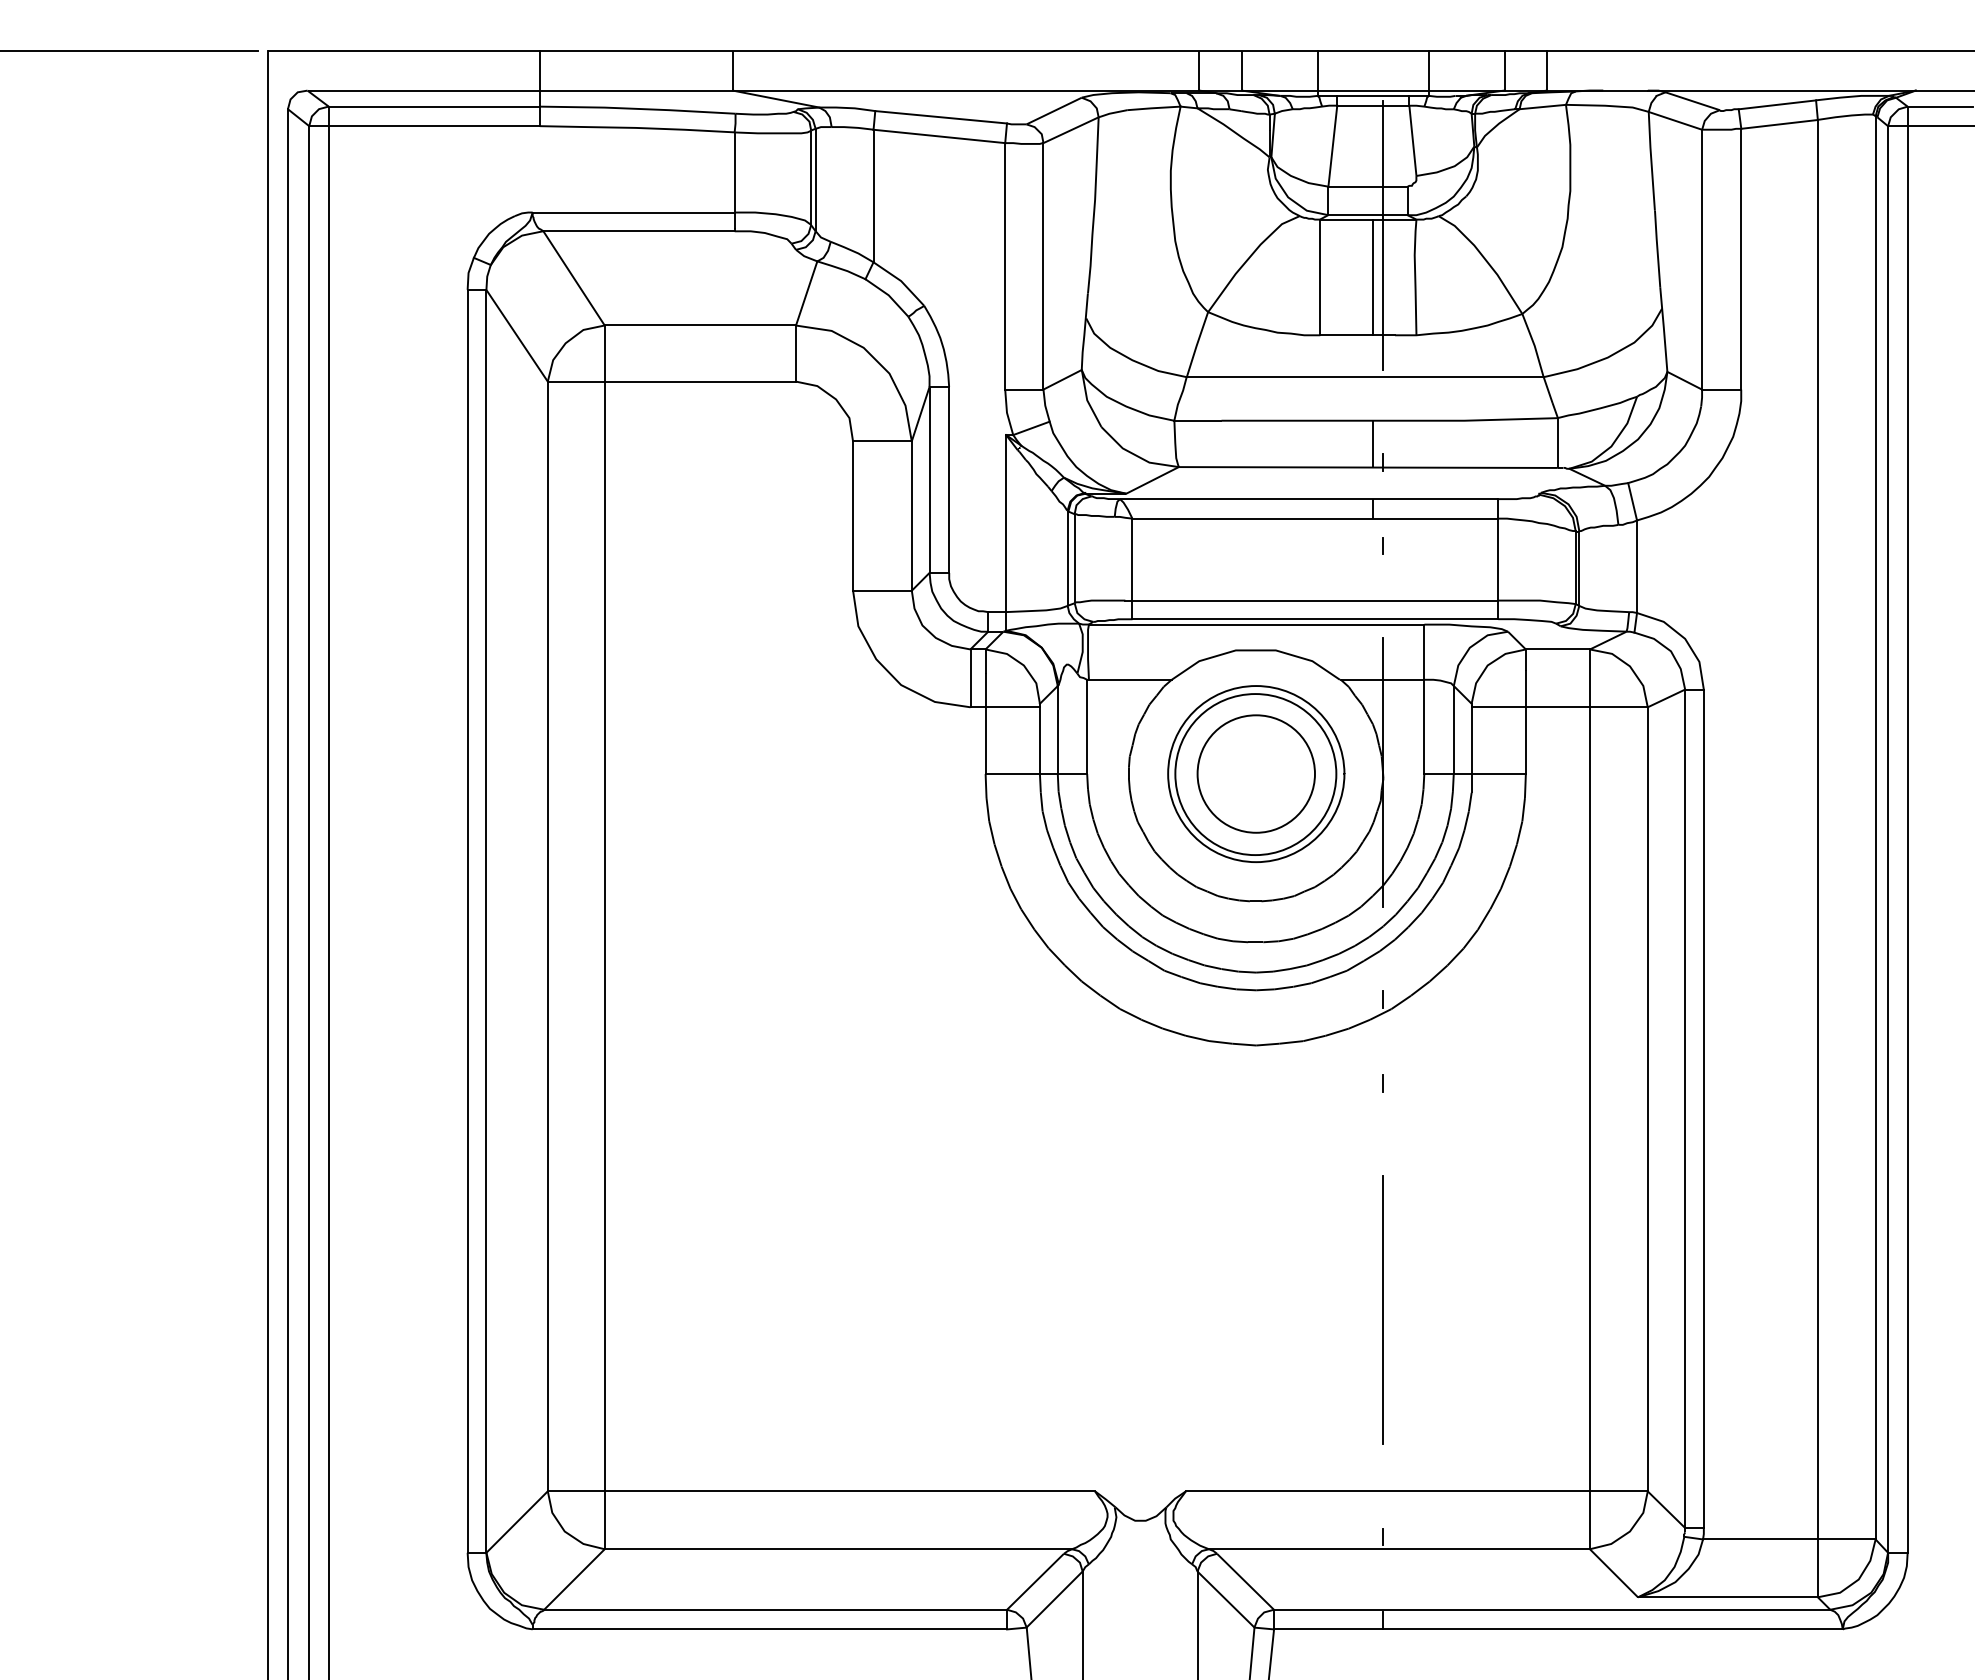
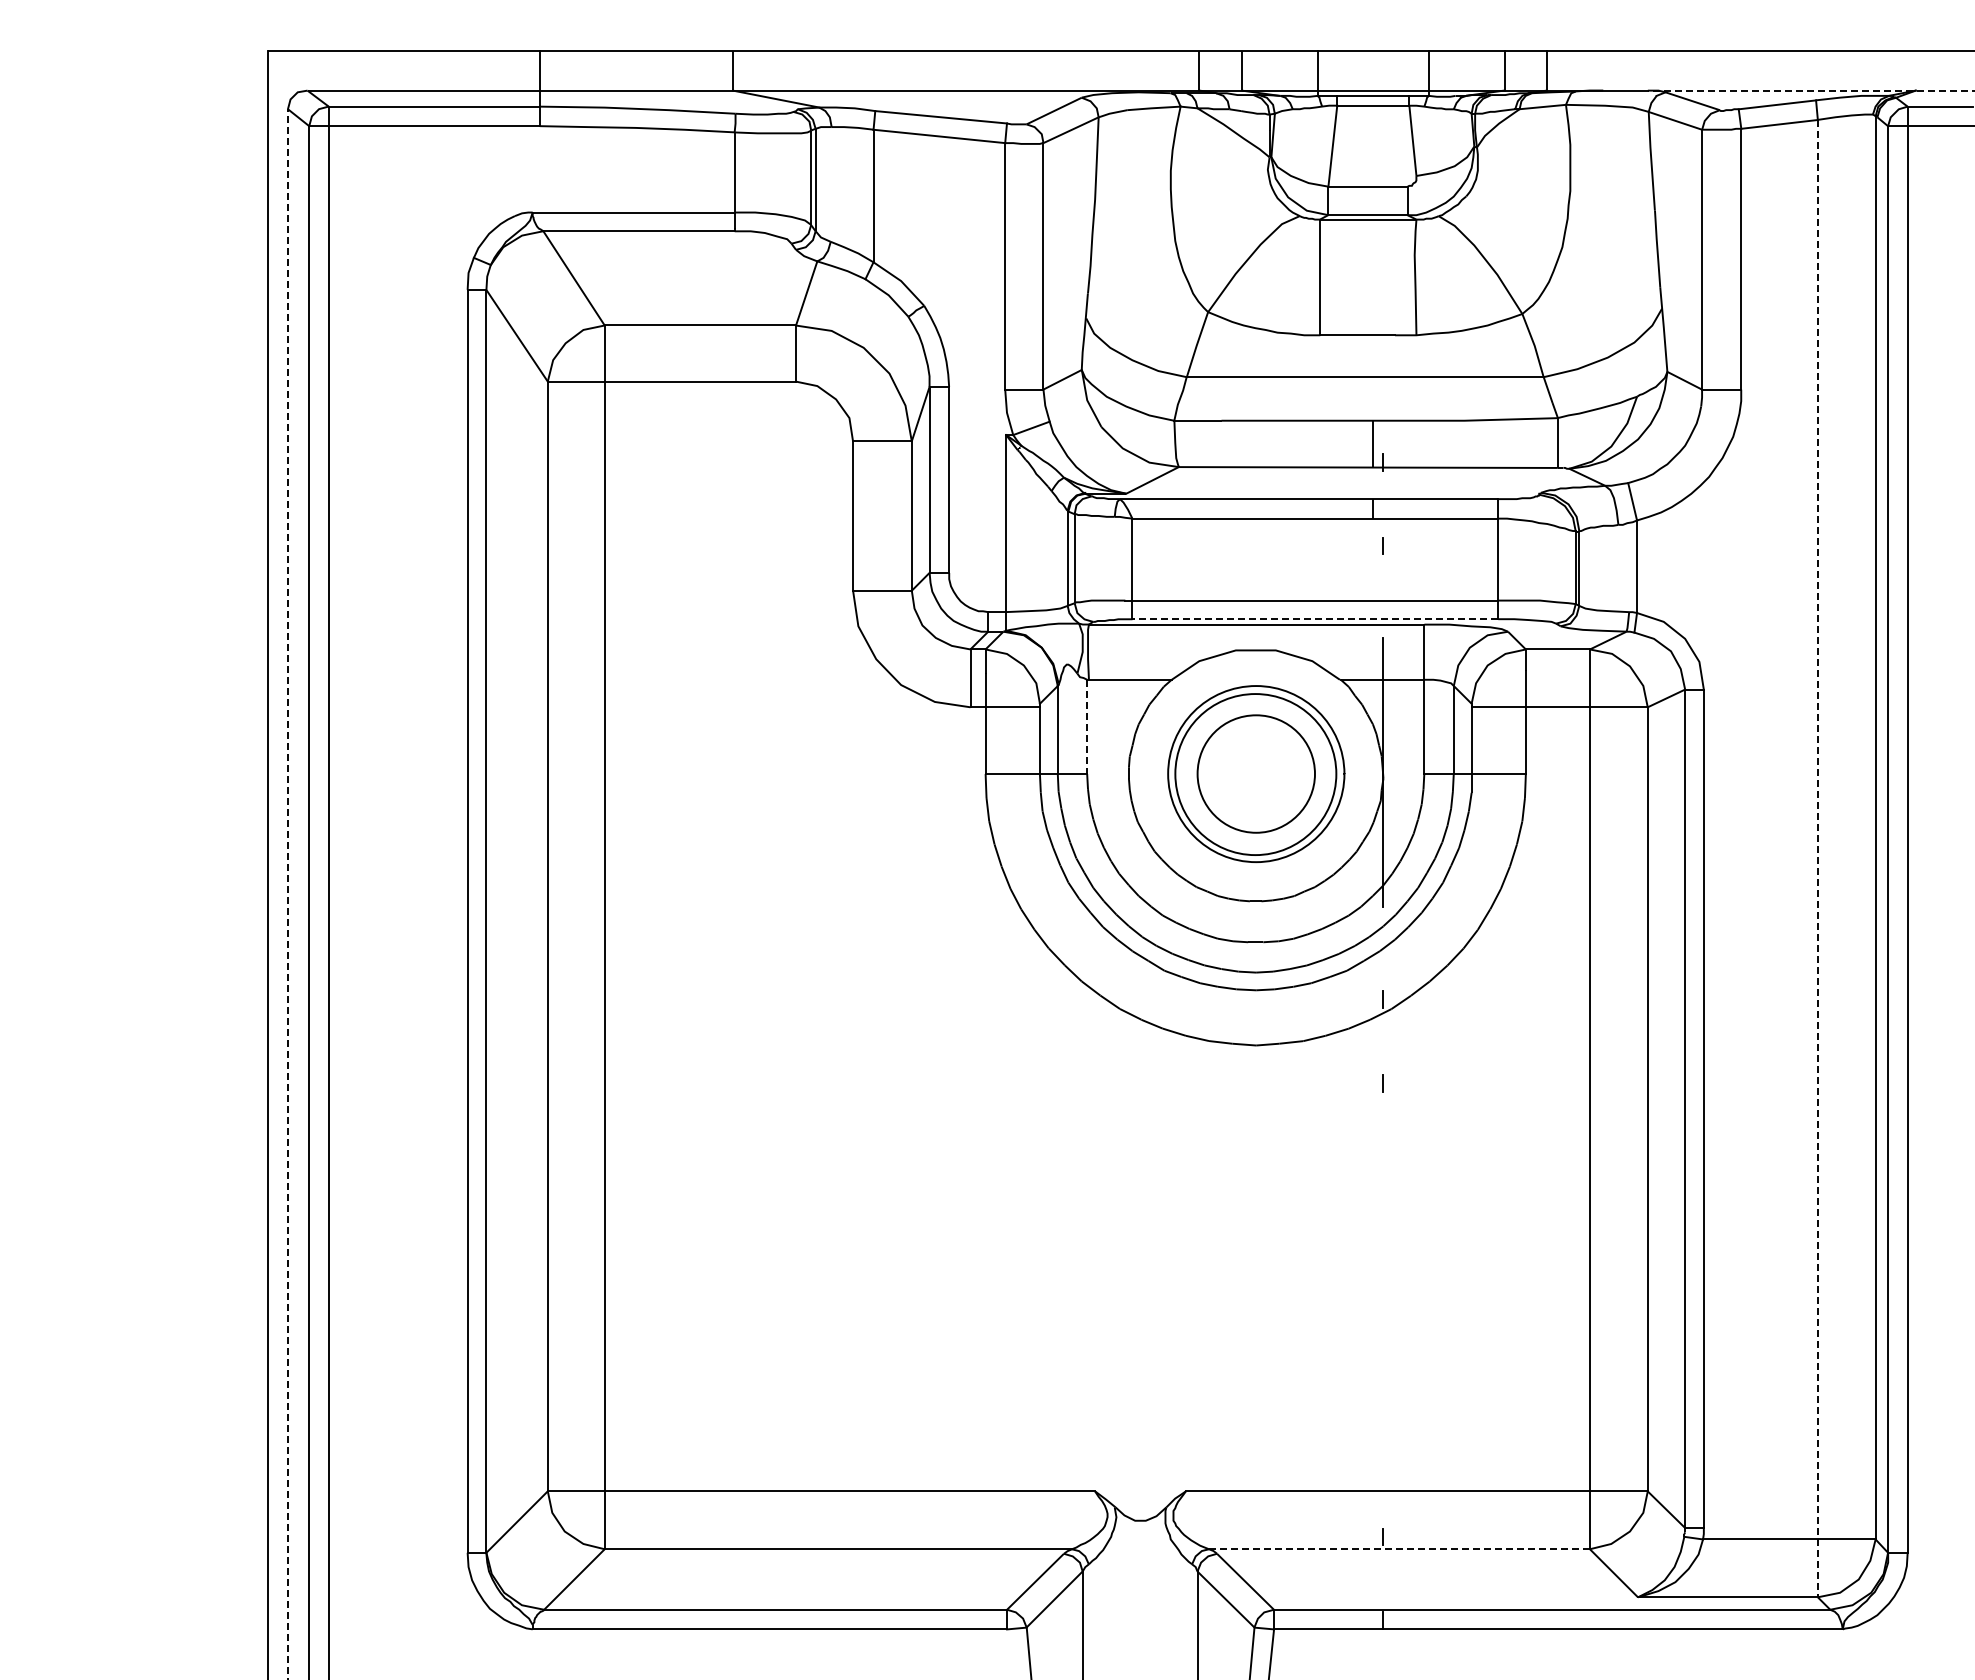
line at (129, 50): present -> none
line at (1810, 90): solid -> dashed
line at (1383, 235): present -> none
line at (1372, 277): present -> none
line at (1315, 619): solid -> dashed
line at (1087, 727): solid -> dashed
line at (1817, 858): solid -> dashed
line at (287, 894): solid -> dashed
line at (1382, 1309): present -> none
line at (1399, 1549): solid -> dashed
